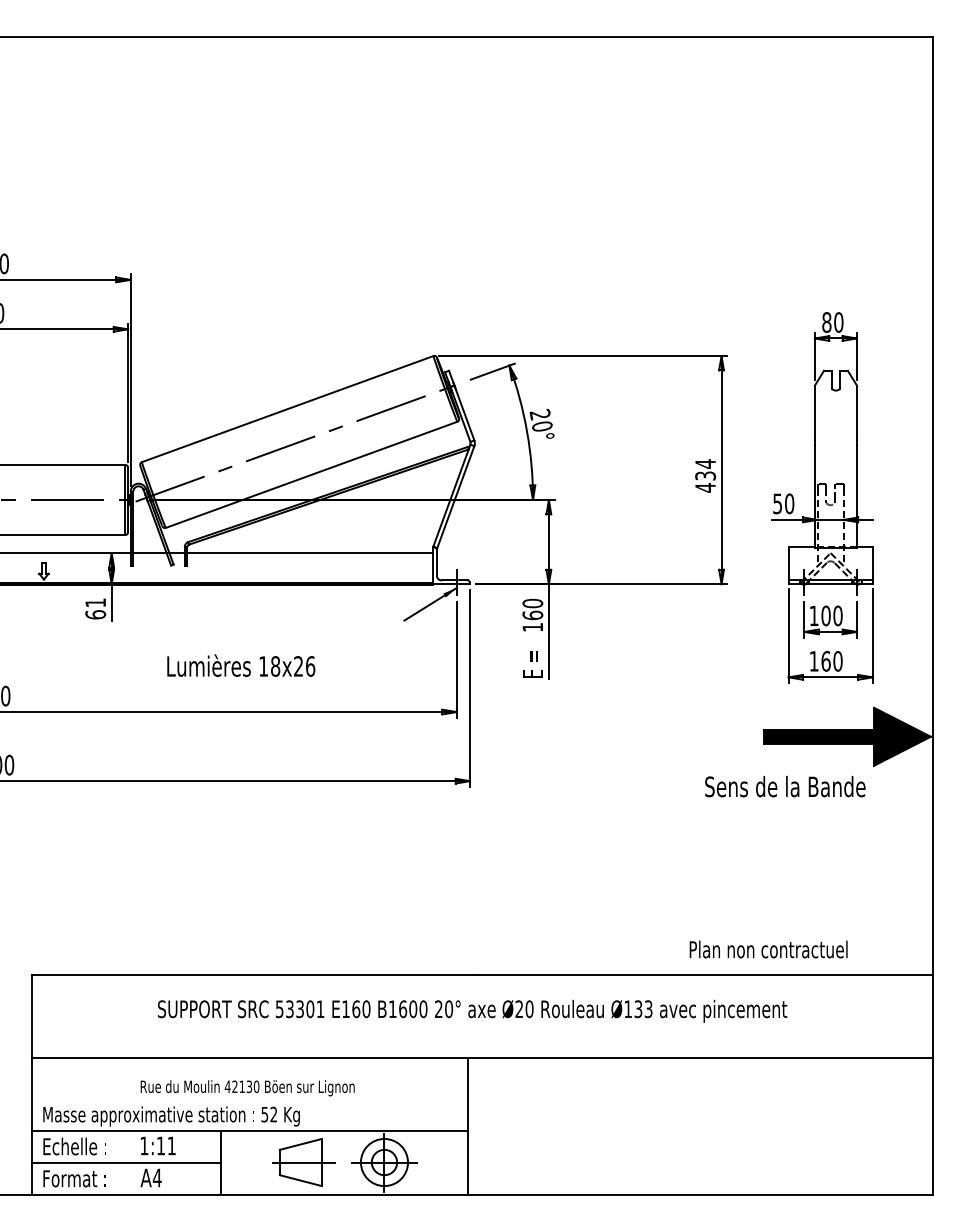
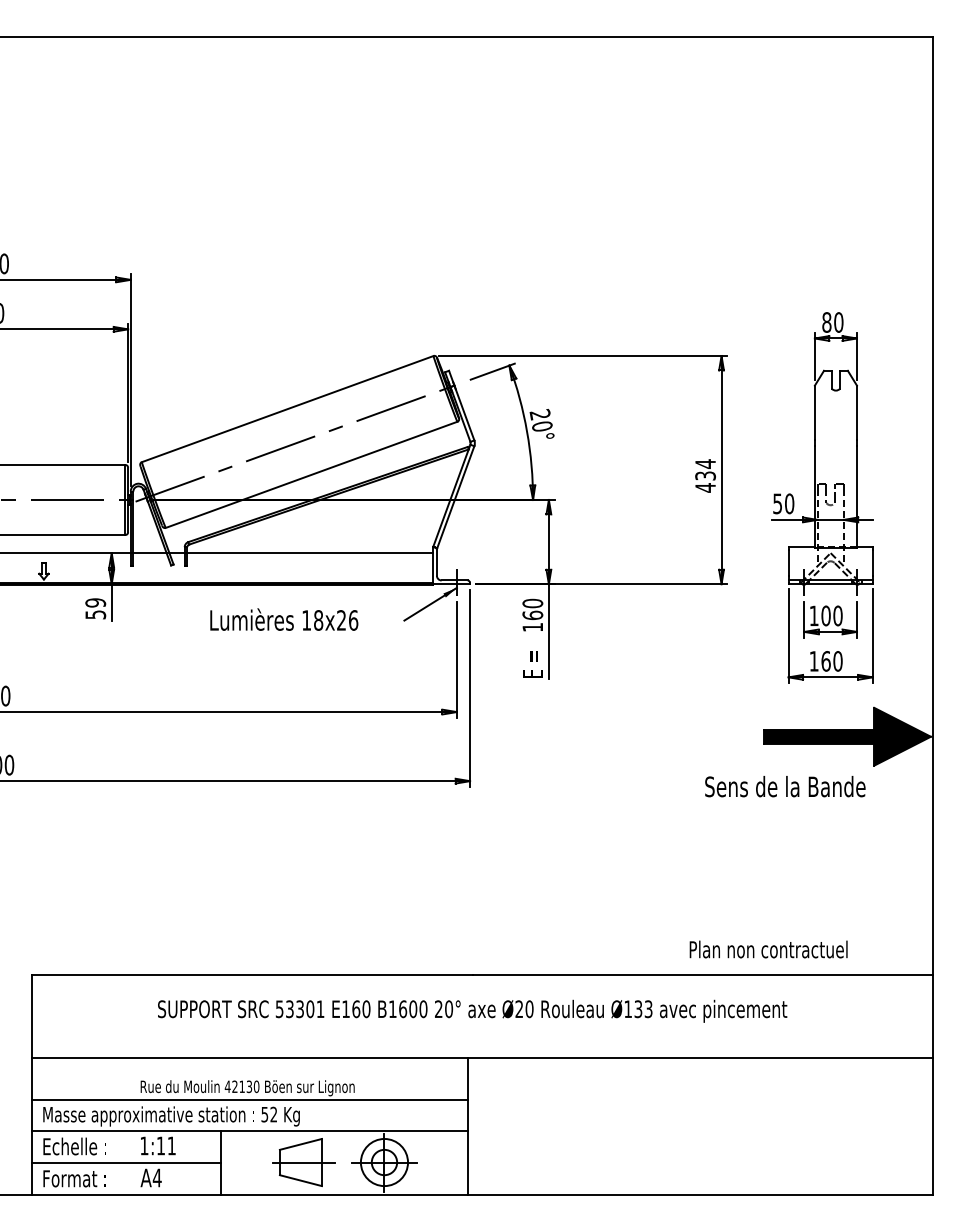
text at (95, 608): 61 -> 59
text at (241, 665) position: (241, 665) -> (284, 619)
line at (250, 1099): none -> present
